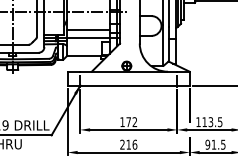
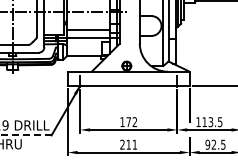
line at (25, 135): solid -> dashed
text at (134, 144): 216 -> 211
text at (213, 144): 91.5 -> 92.5
